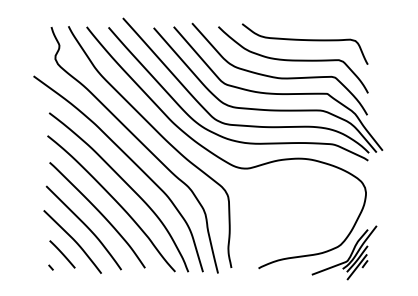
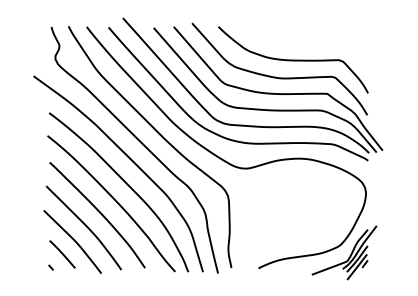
curve at (304, 40): present -> none
